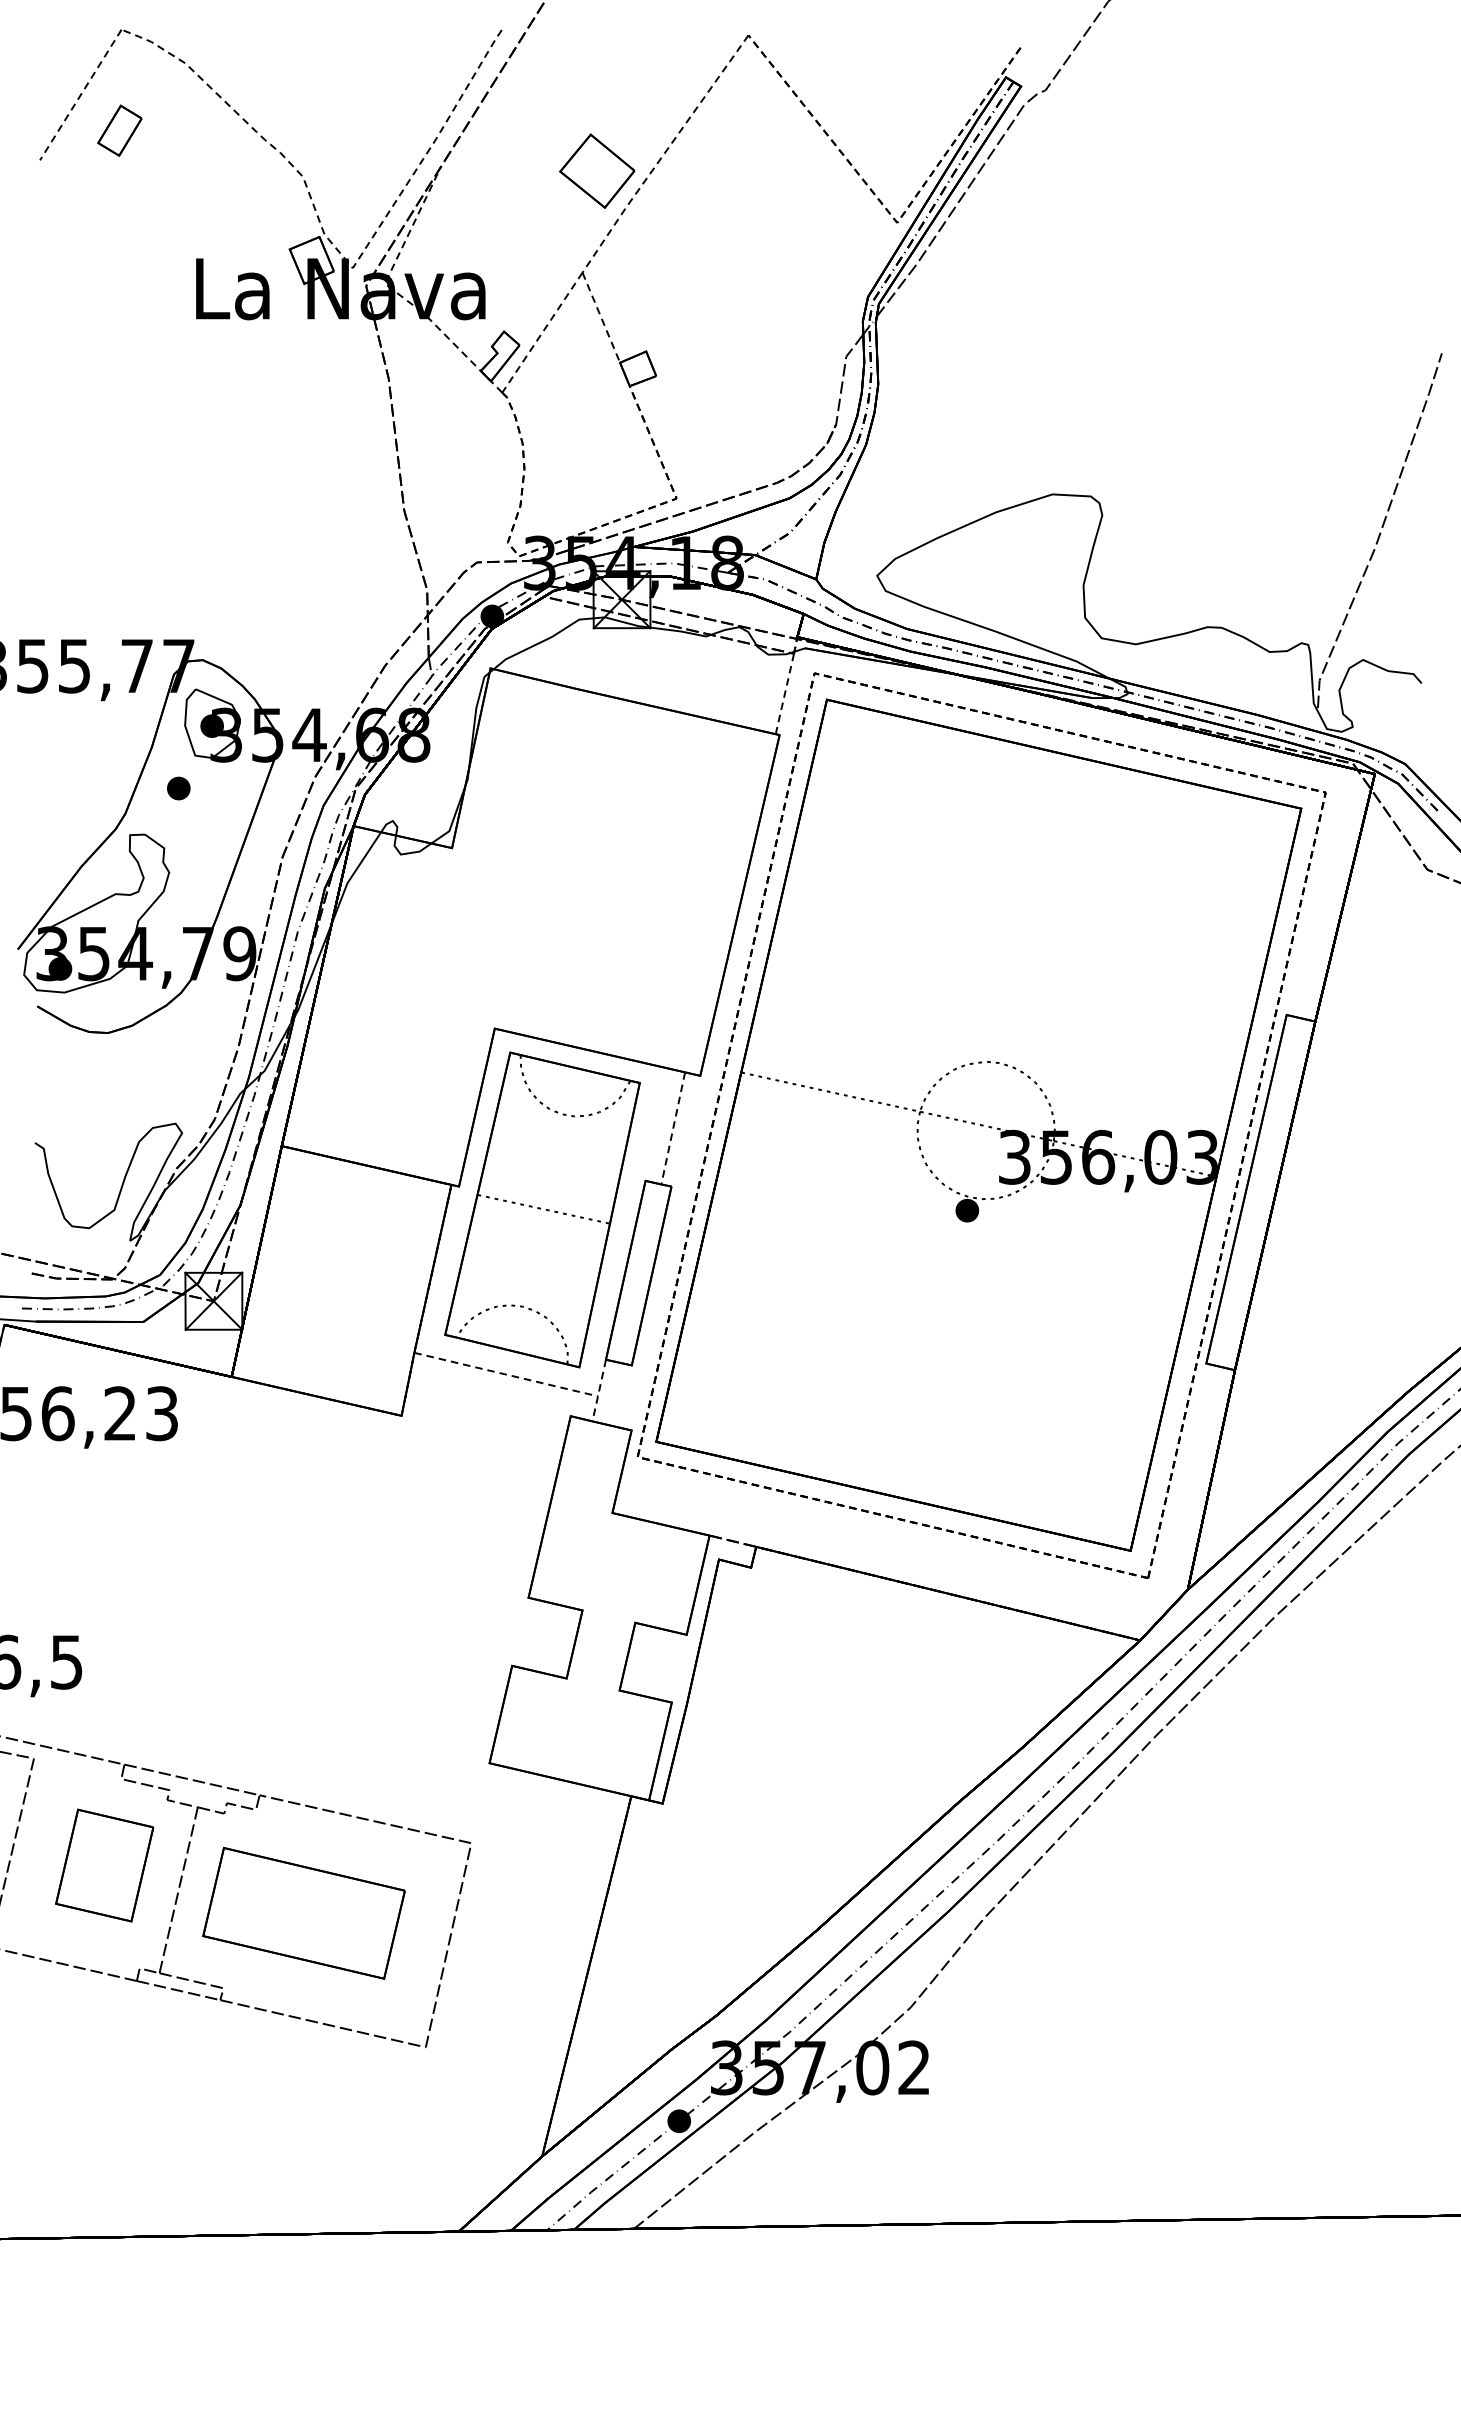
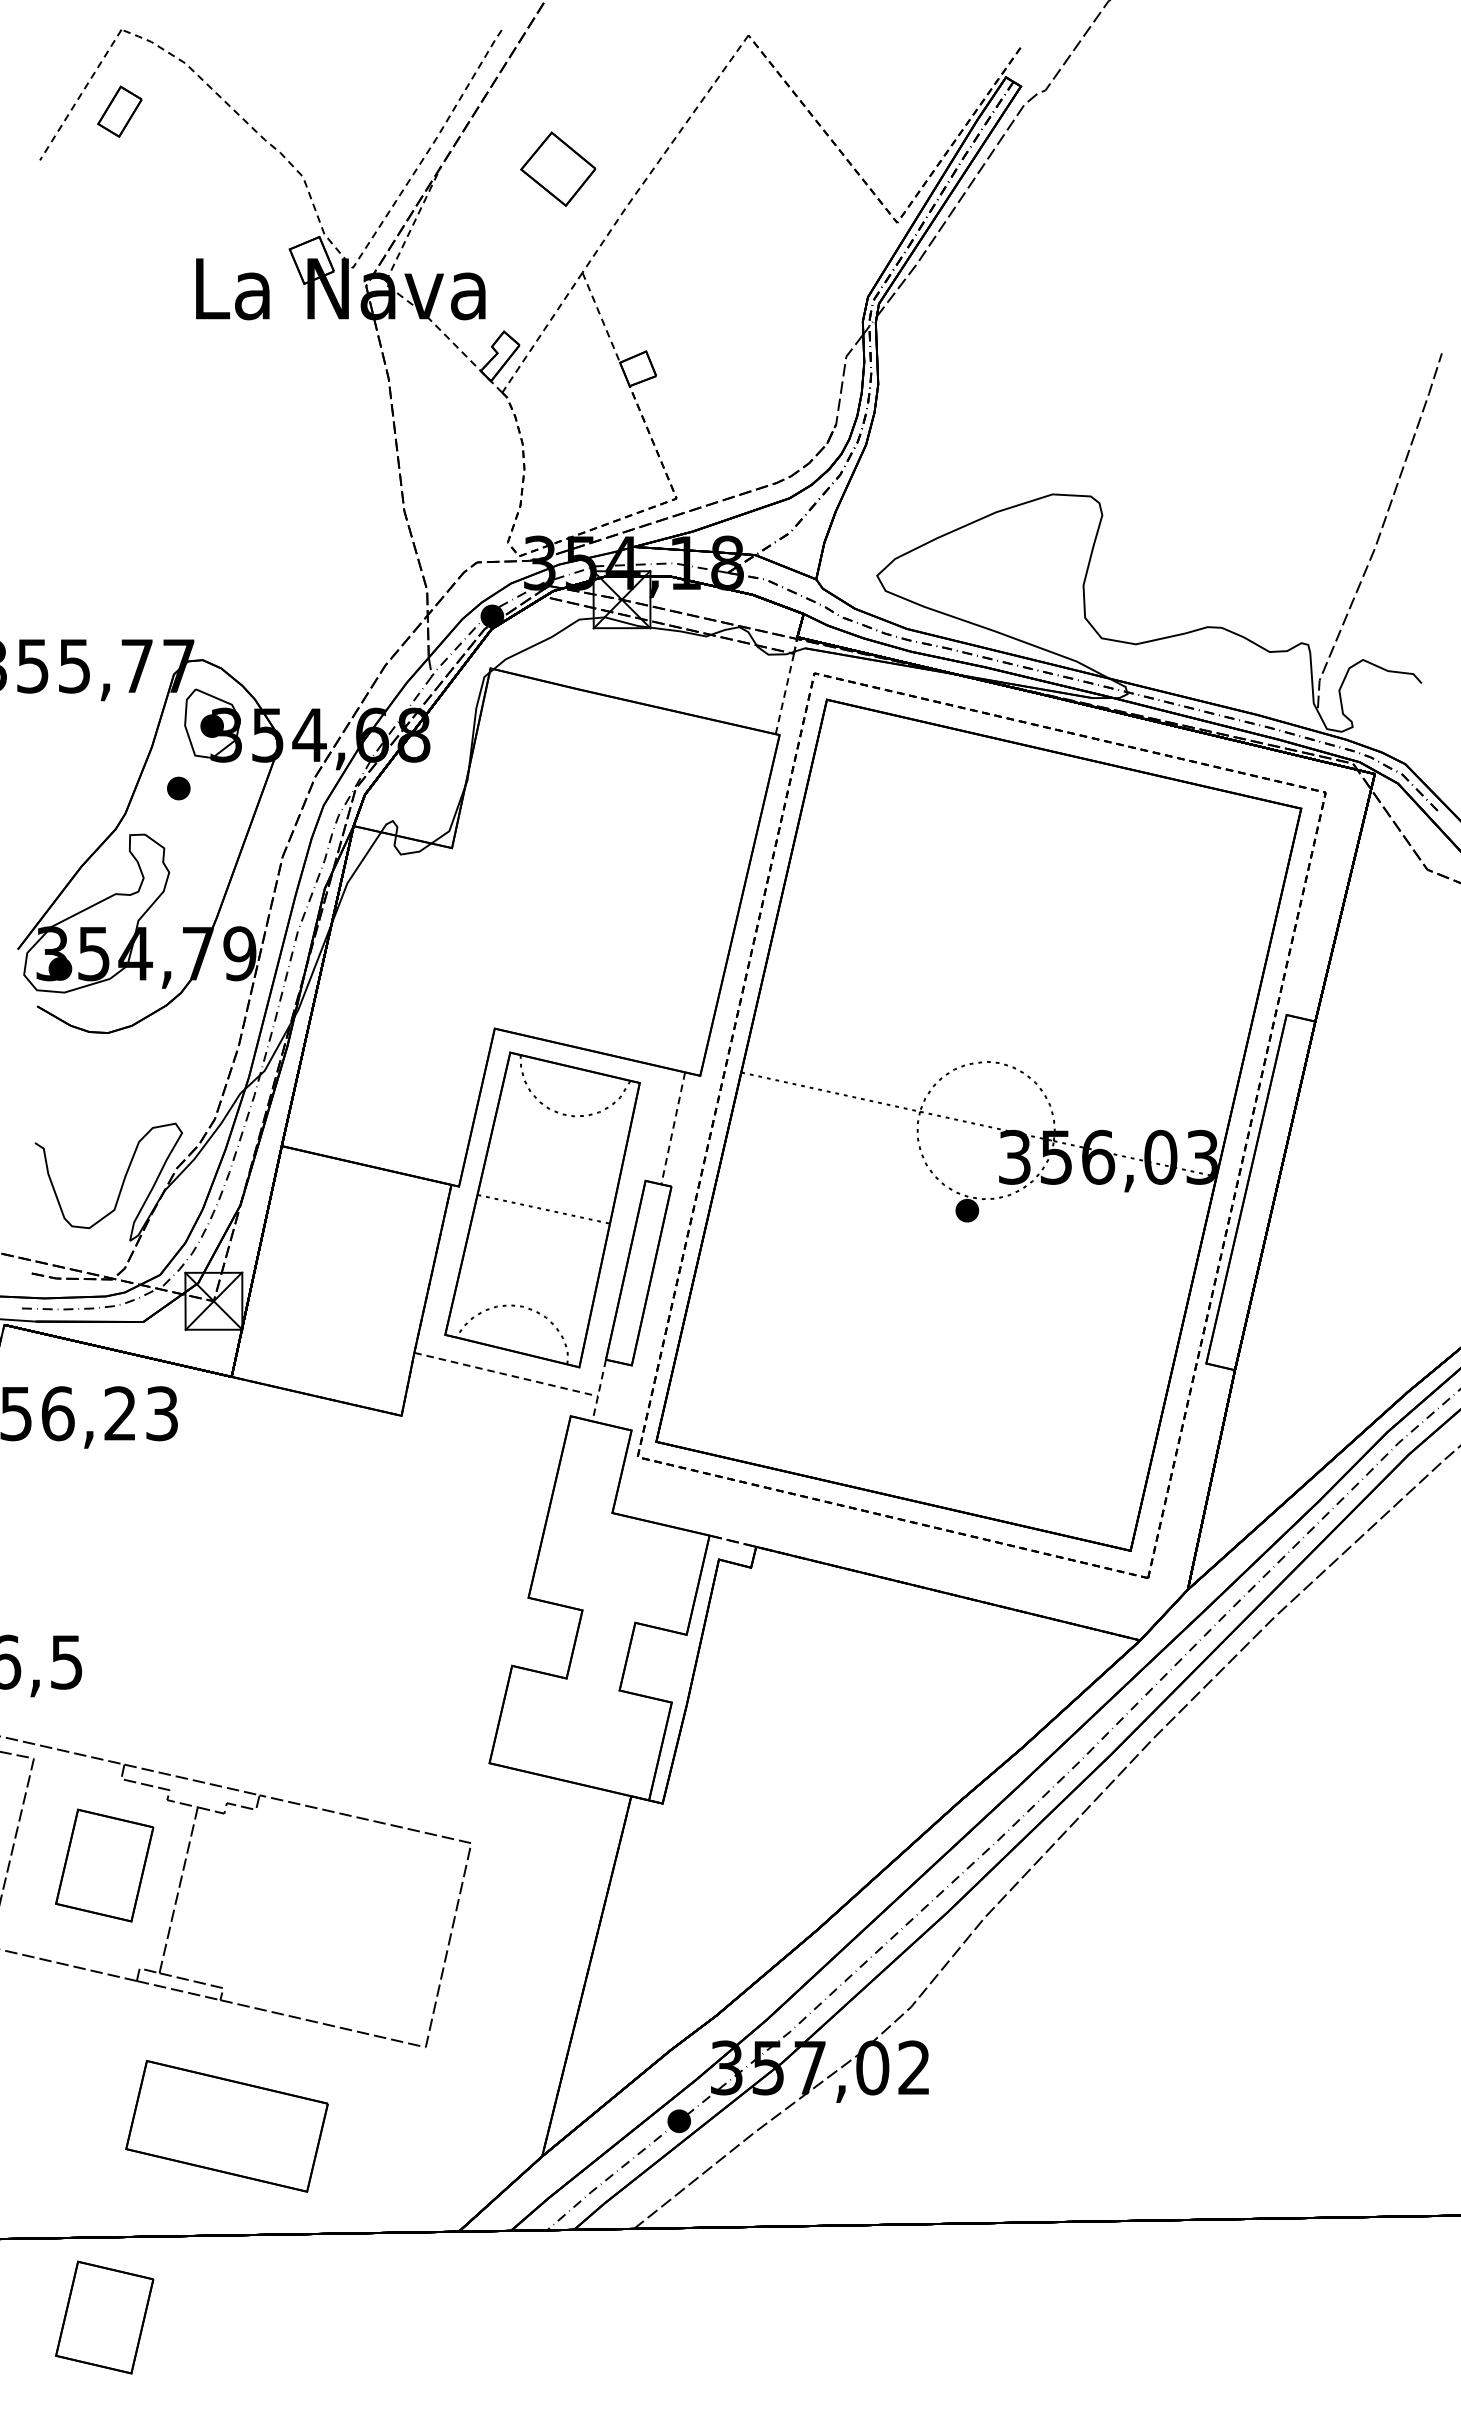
part at (119, 130) position: (119, 130) -> (119, 111)
part at (597, 170) position: (597, 170) -> (558, 168)
part at (303, 1913) position: (303, 1913) -> (226, 2126)
part at (104, 2317): none -> present
